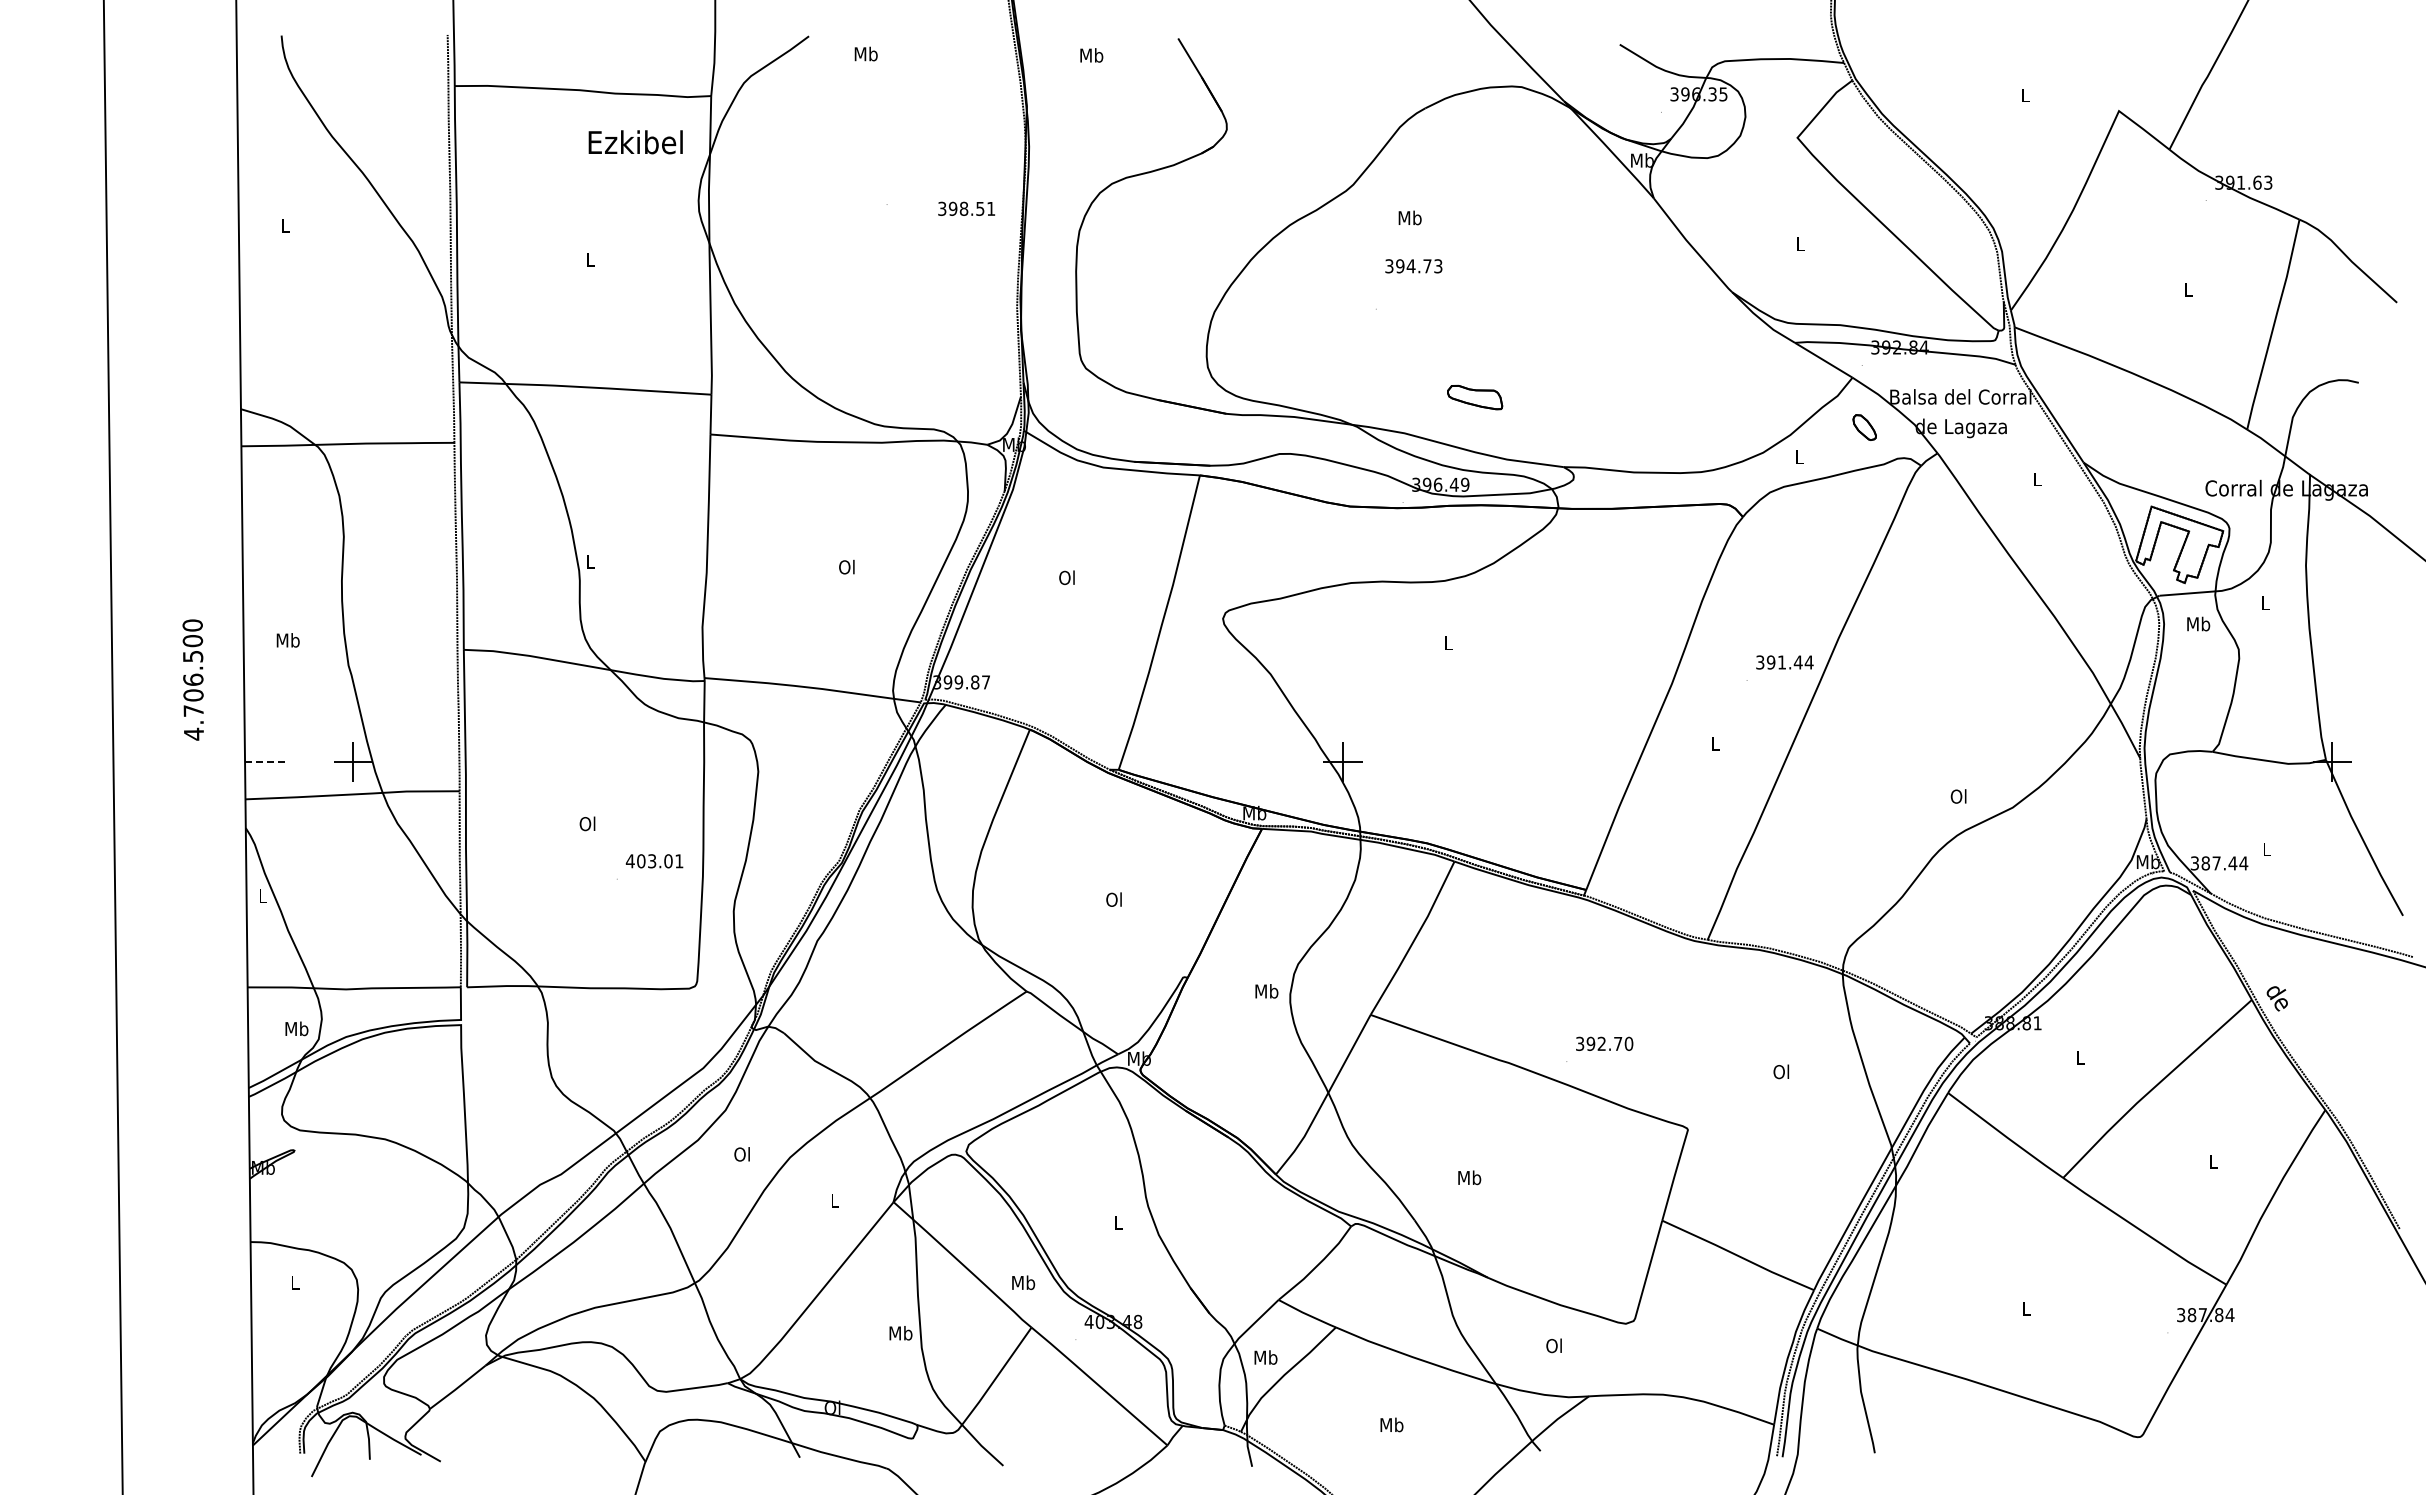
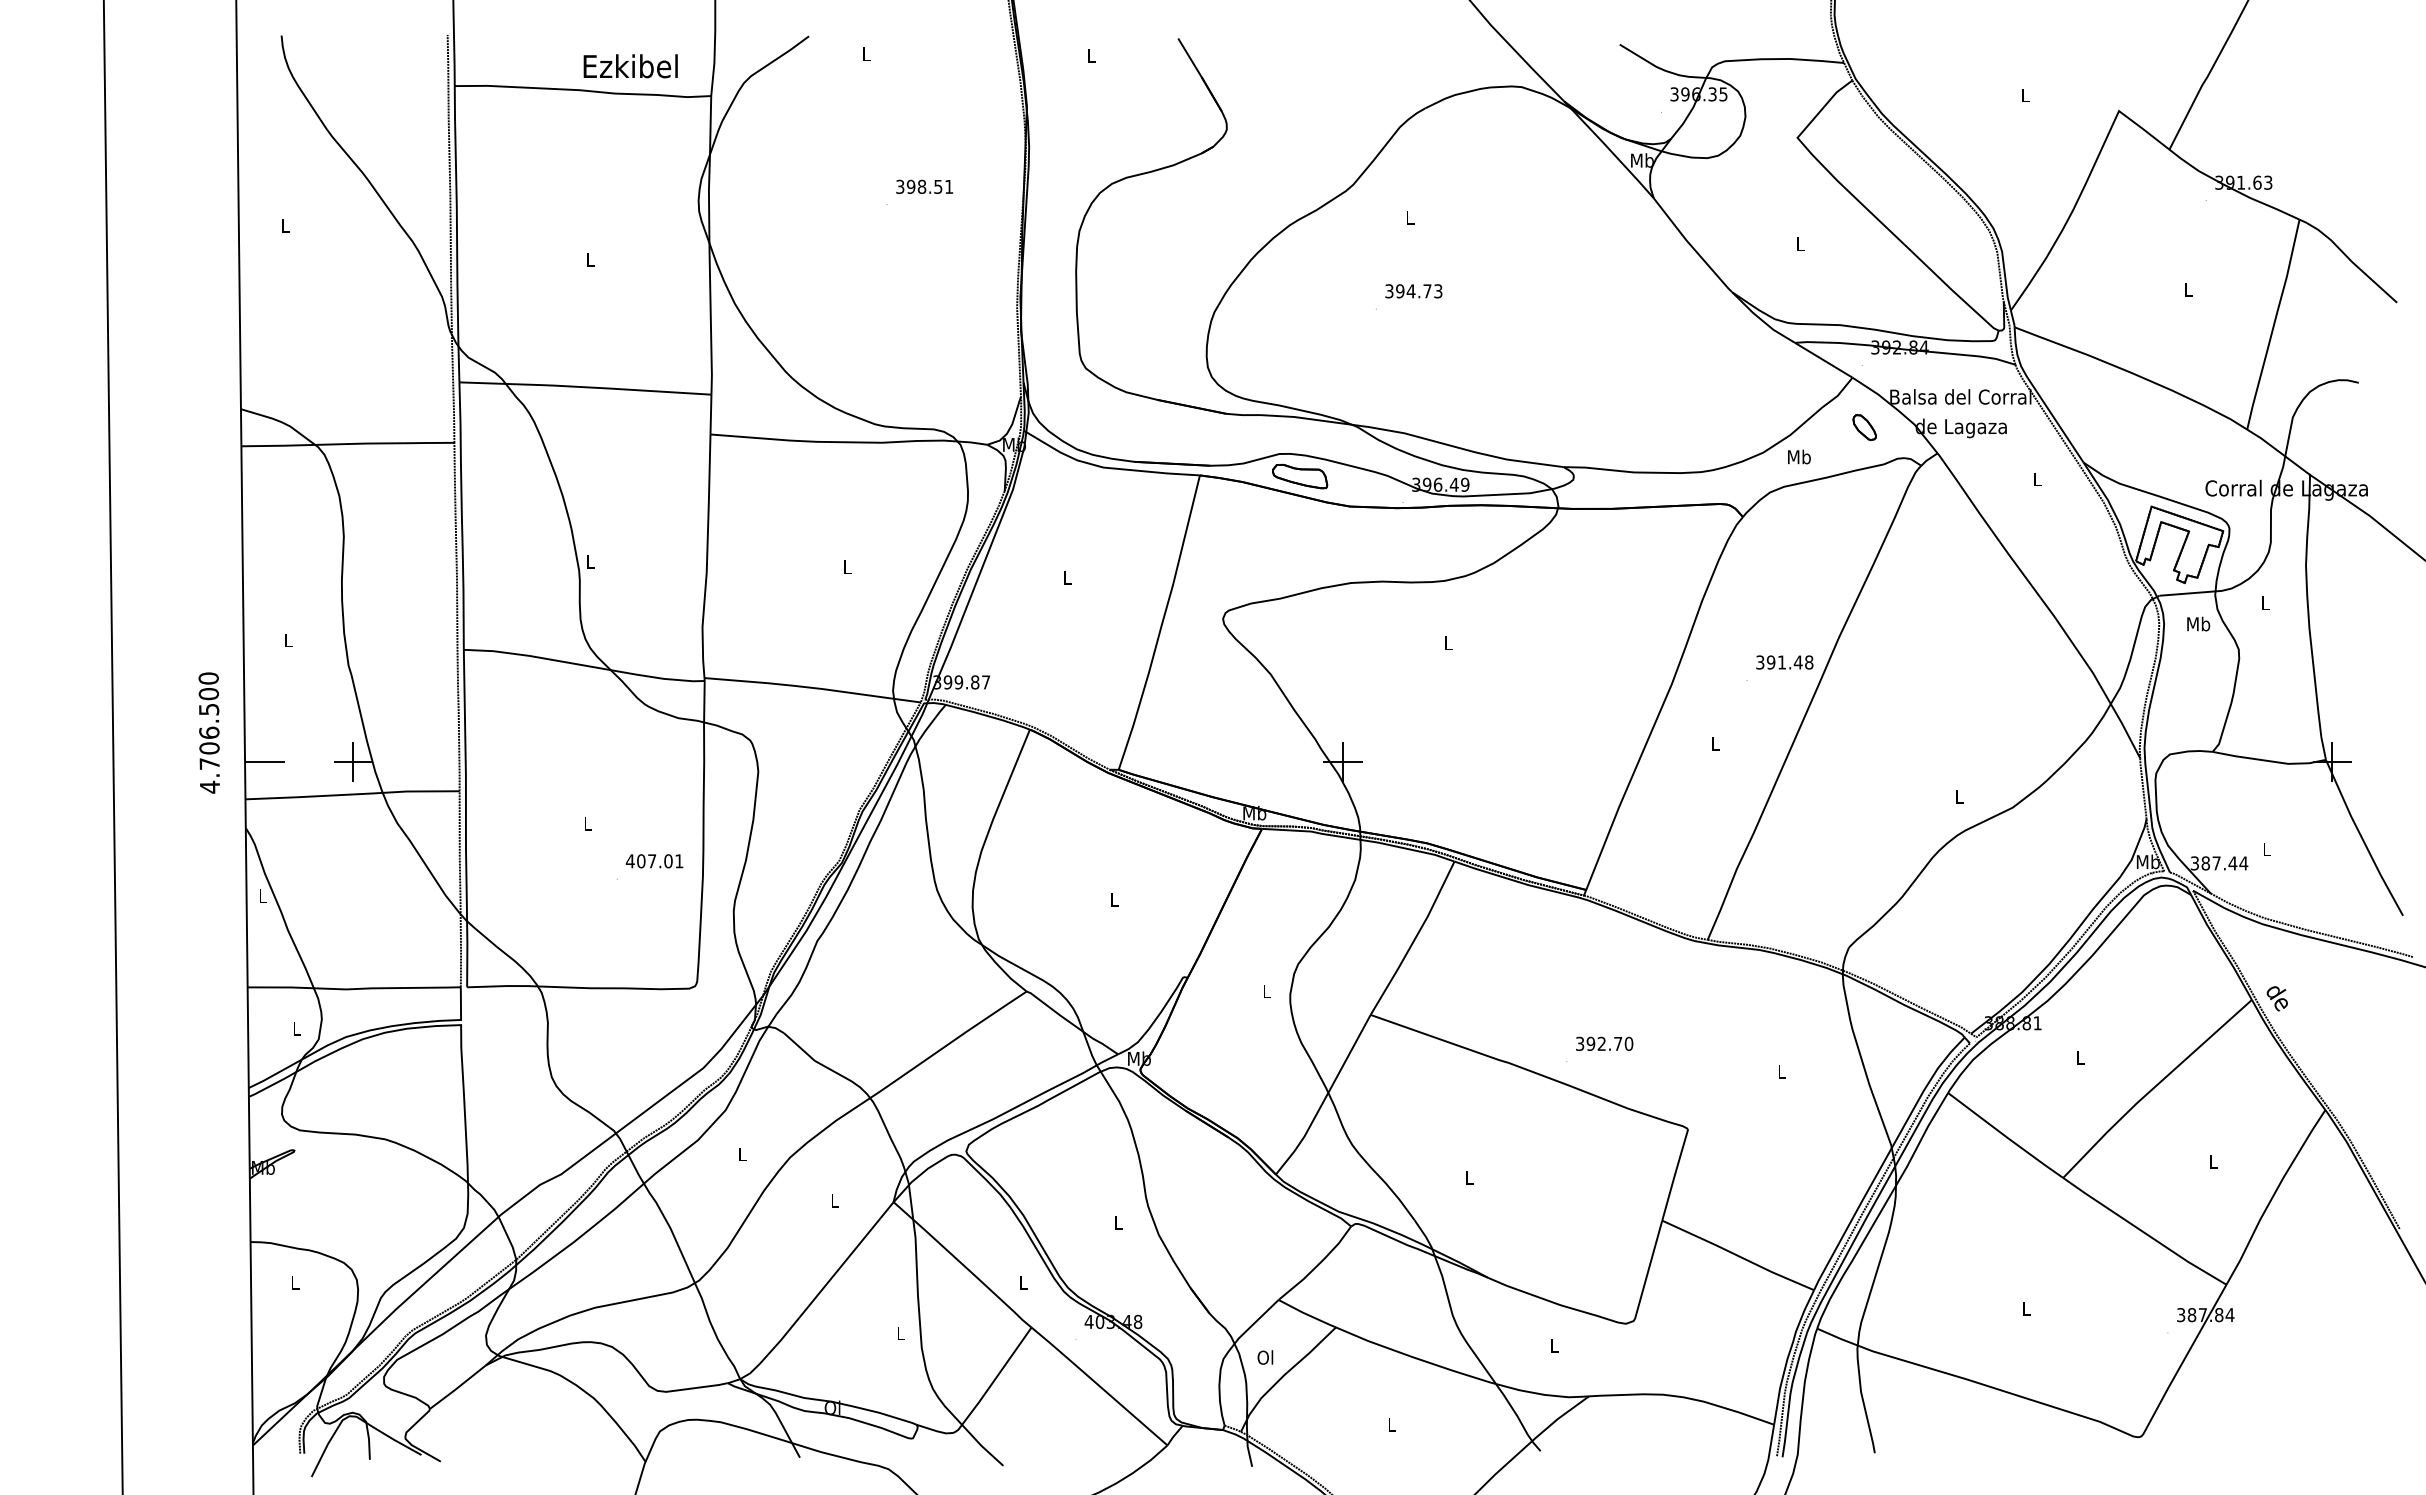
text at (865, 53): Mb -> L
text at (1091, 55): Mb -> L
text at (635, 142) position: (635, 142) -> (630, 66)
text at (966, 208) position: (966, 208) -> (924, 186)
text at (1409, 217): Mb -> L
text at (1413, 266) position: (1413, 266) -> (1413, 291)
part at (1475, 397) position: (1475, 397) -> (1300, 476)
text at (1799, 456): L -> Mb
text at (846, 566): Ol -> L
text at (1066, 577): Ol -> L
text at (287, 640): Mb -> L
text at (1808, 662): 391.44 -> 391.48
text at (192, 679) position: (192, 679) -> (208, 732)
line at (264, 761): dashed -> solid
text at (1958, 796): Ol -> L
text at (587, 823): Ol -> L
text at (652, 861): 403.01 -> 407.01
text at (1113, 899): Ol -> L
text at (1266, 991): Mb -> L
text at (296, 1028): Mb -> L
text at (1781, 1071): Ol -> L
text at (741, 1154): Ol -> L
text at (1469, 1177): Mb -> L
text at (1023, 1282): Mb -> L
text at (900, 1333): Mb -> L
text at (1553, 1345): Ol -> L
text at (1265, 1357): Mb -> Ol
text at (1391, 1424): Mb -> L
